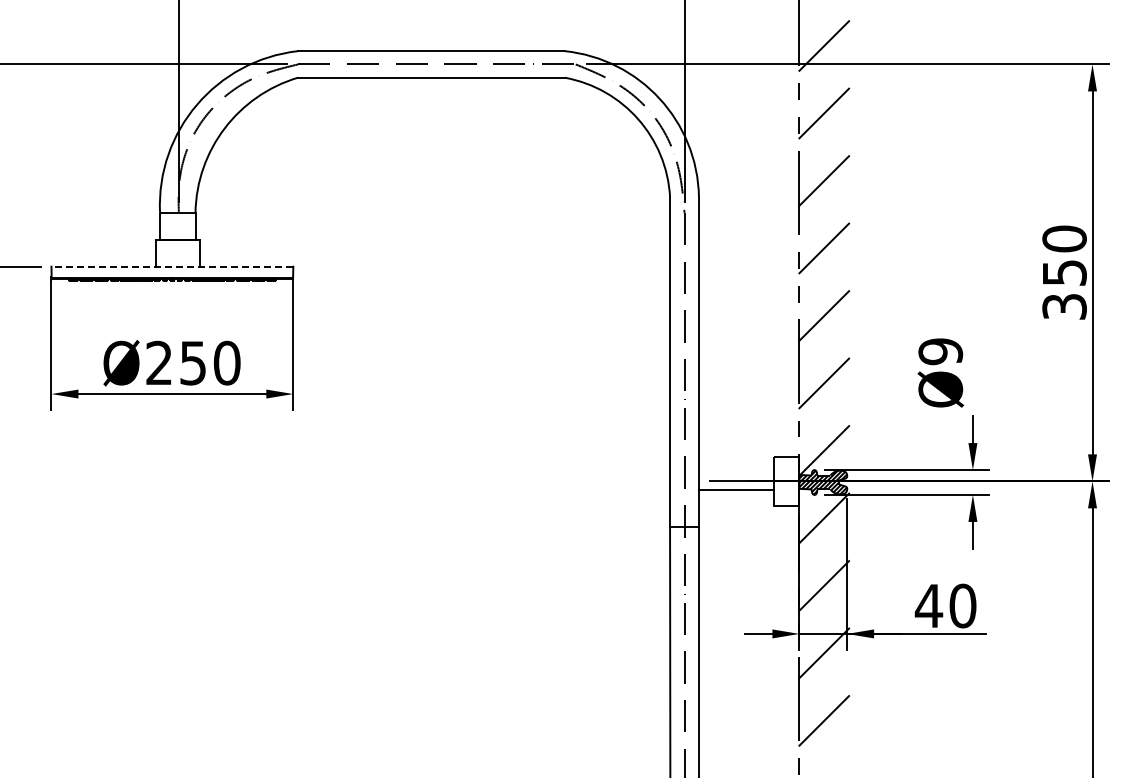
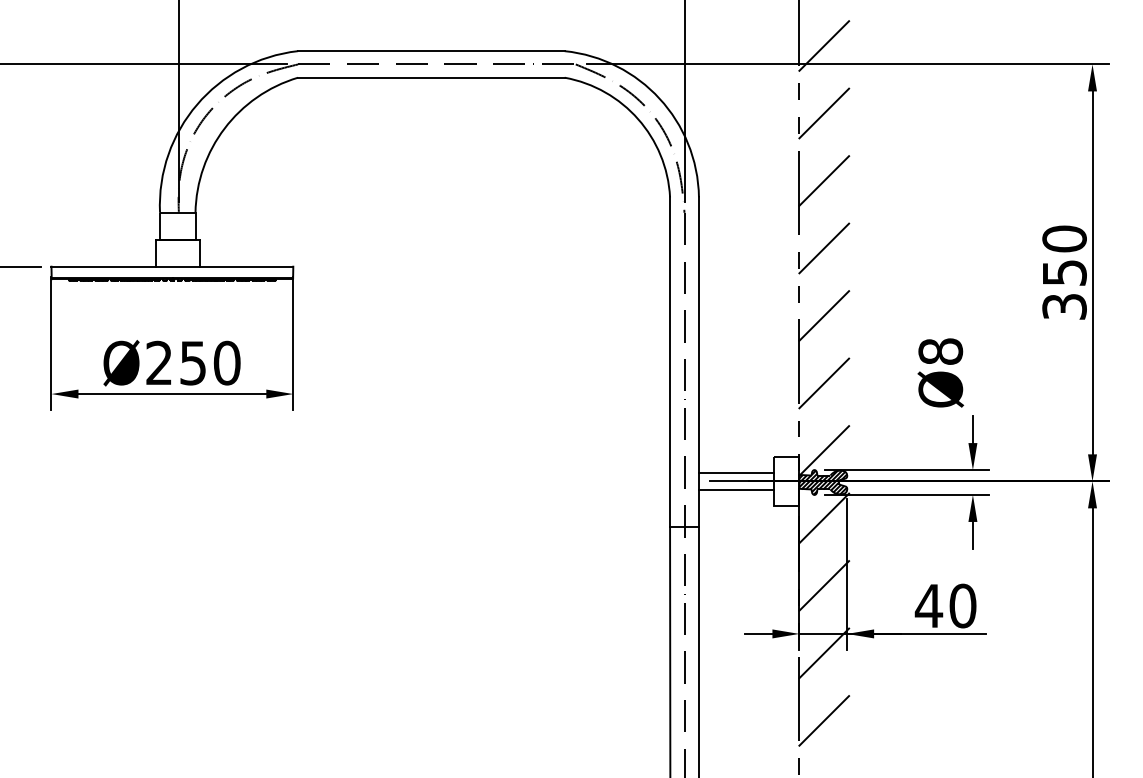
line at (172, 266): dashed -> solid
text at (940, 351): Ø9 -> Ø8
line at (735, 472): none -> present
